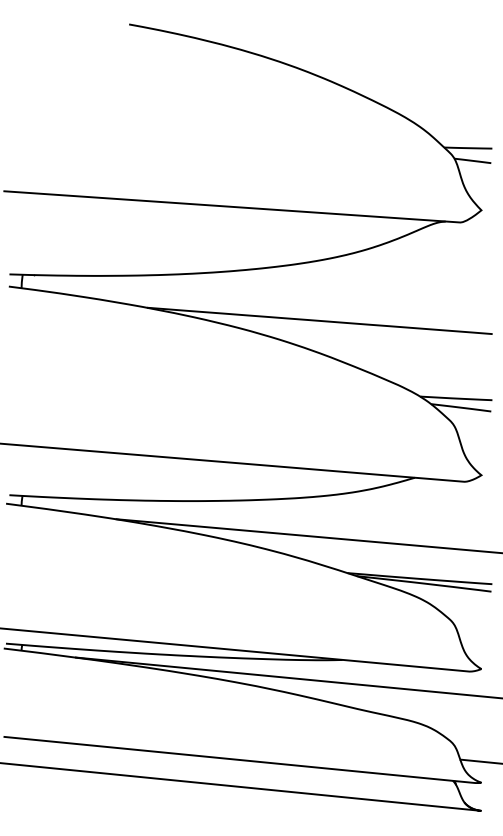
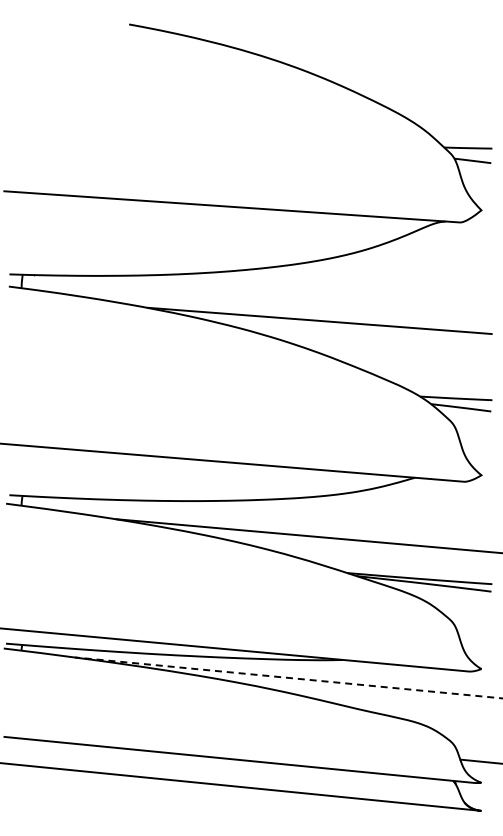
line at (288, 677): solid -> dashed
